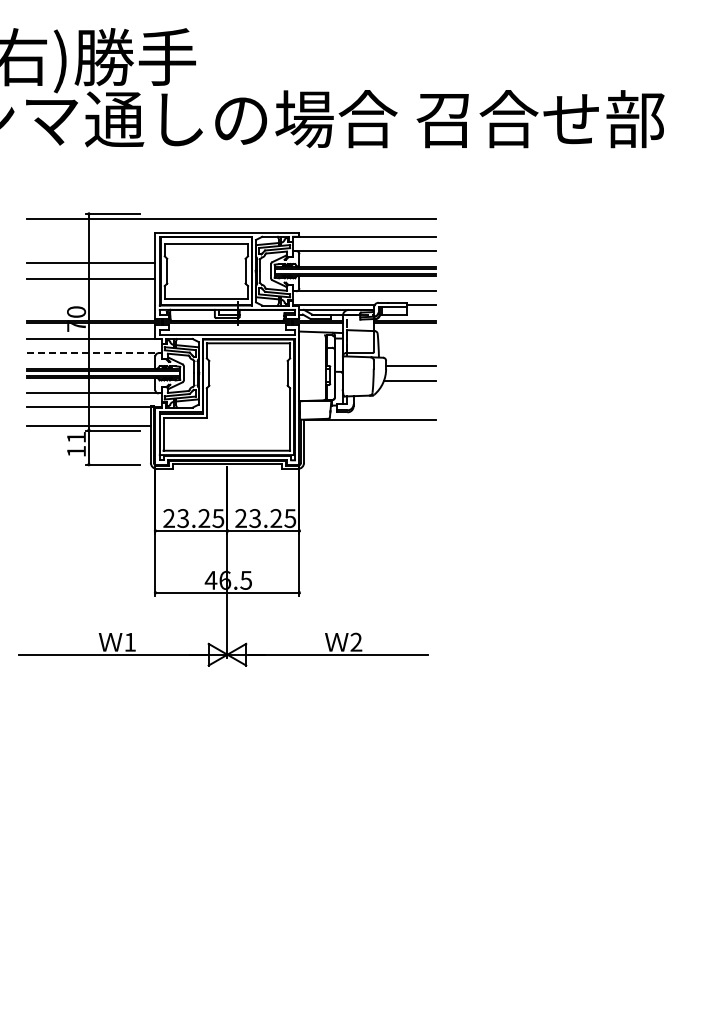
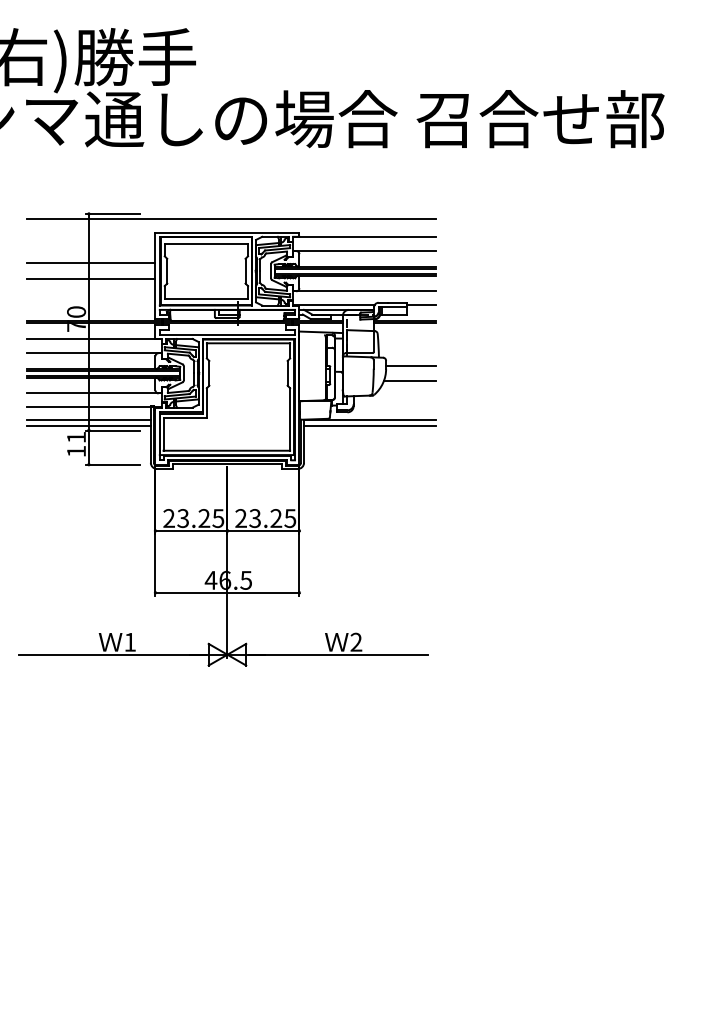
line at (94, 353): dashed -> solid
line at (88, 420): none -> present
line at (370, 425): none -> present
